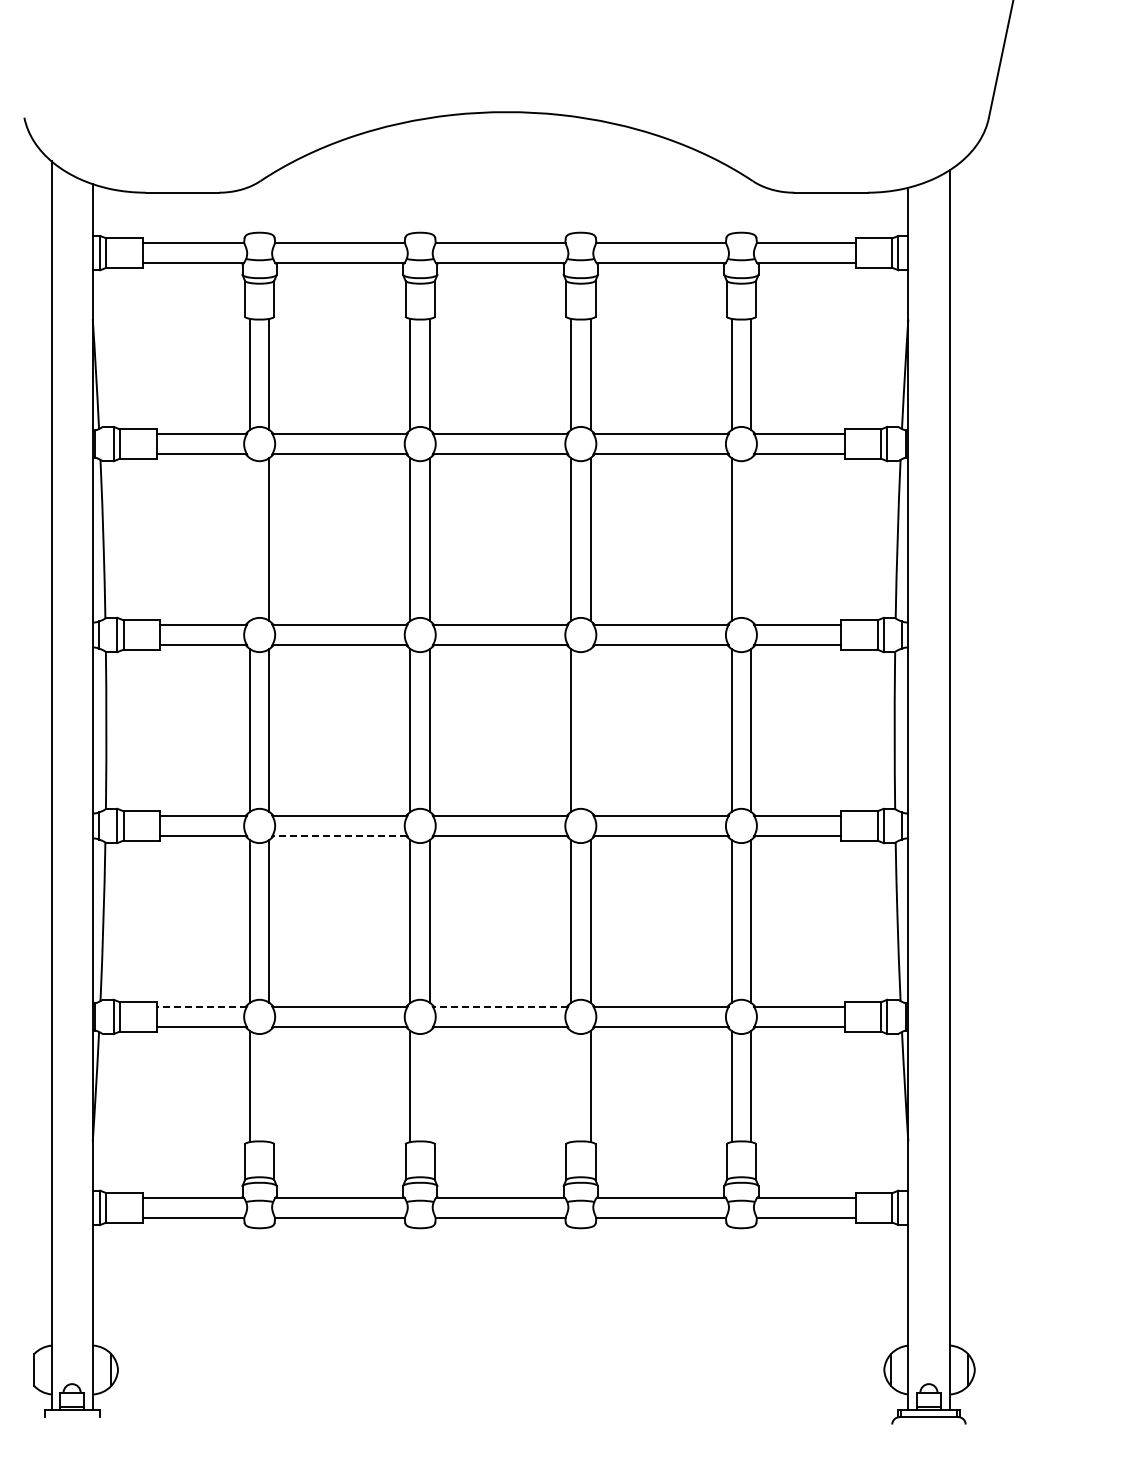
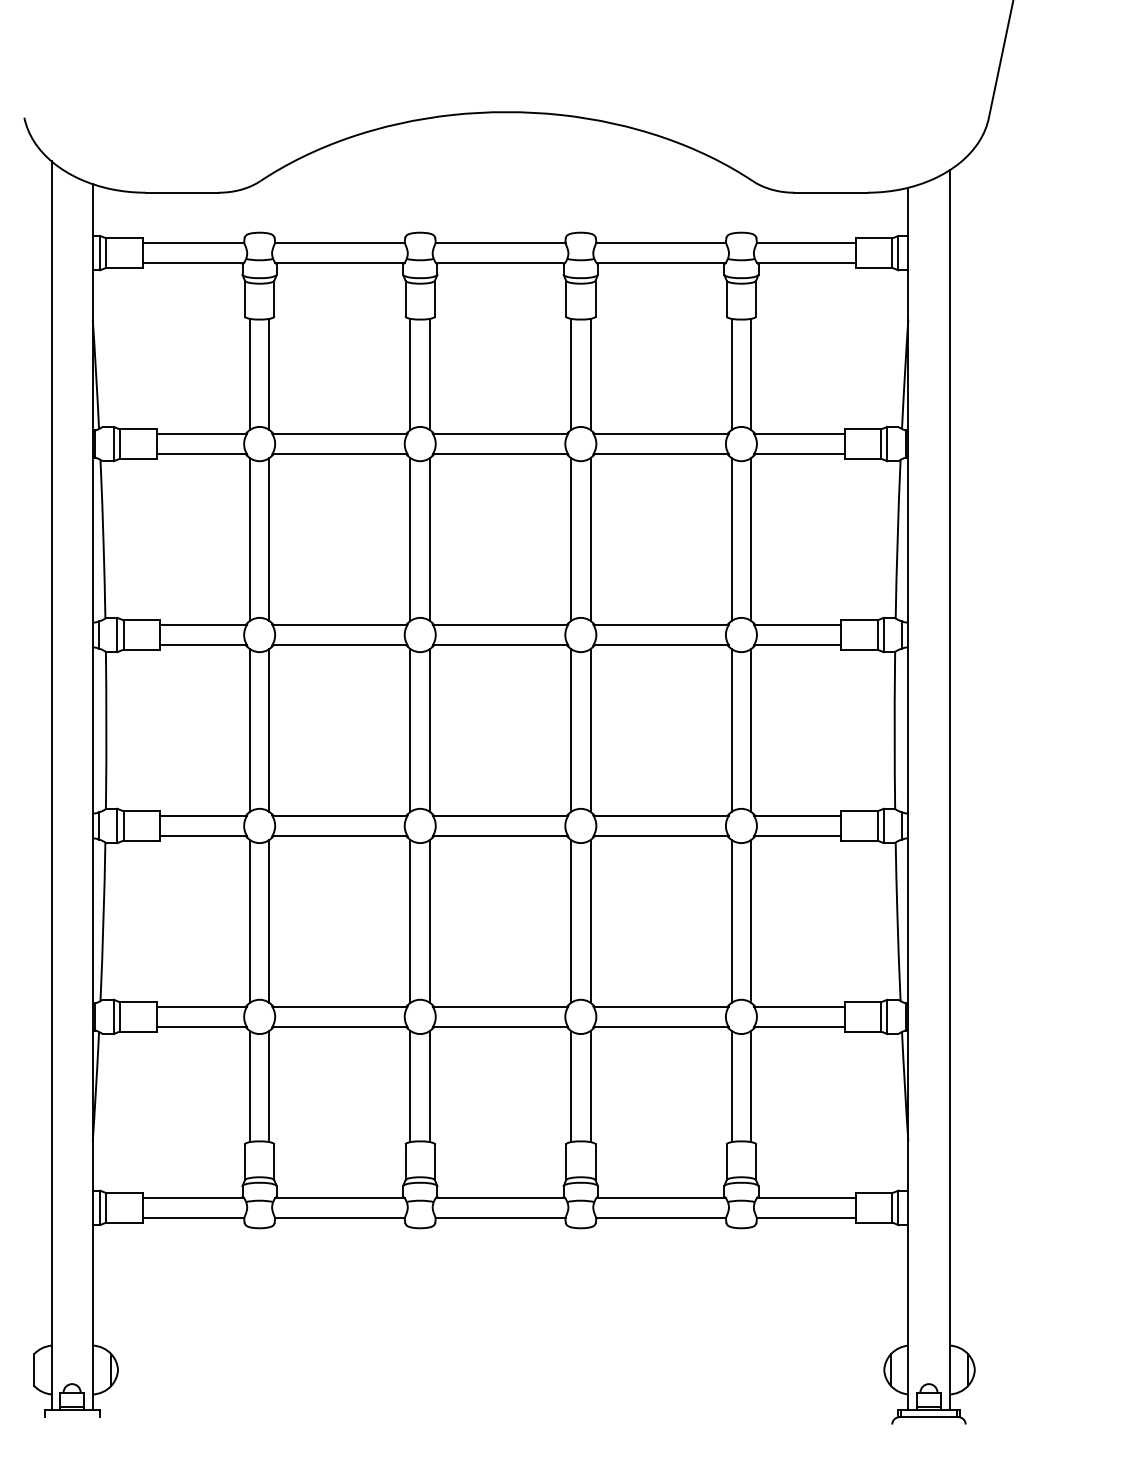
line at (249, 539): none -> present
line at (751, 539): none -> present
line at (590, 730): none -> present
line at (339, 835): dashed -> solid
line at (201, 1007): dashed -> solid
line at (500, 1007): dashed -> solid
line at (269, 1086): none -> present
line at (430, 1086): none -> present
line at (571, 1086): none -> present
